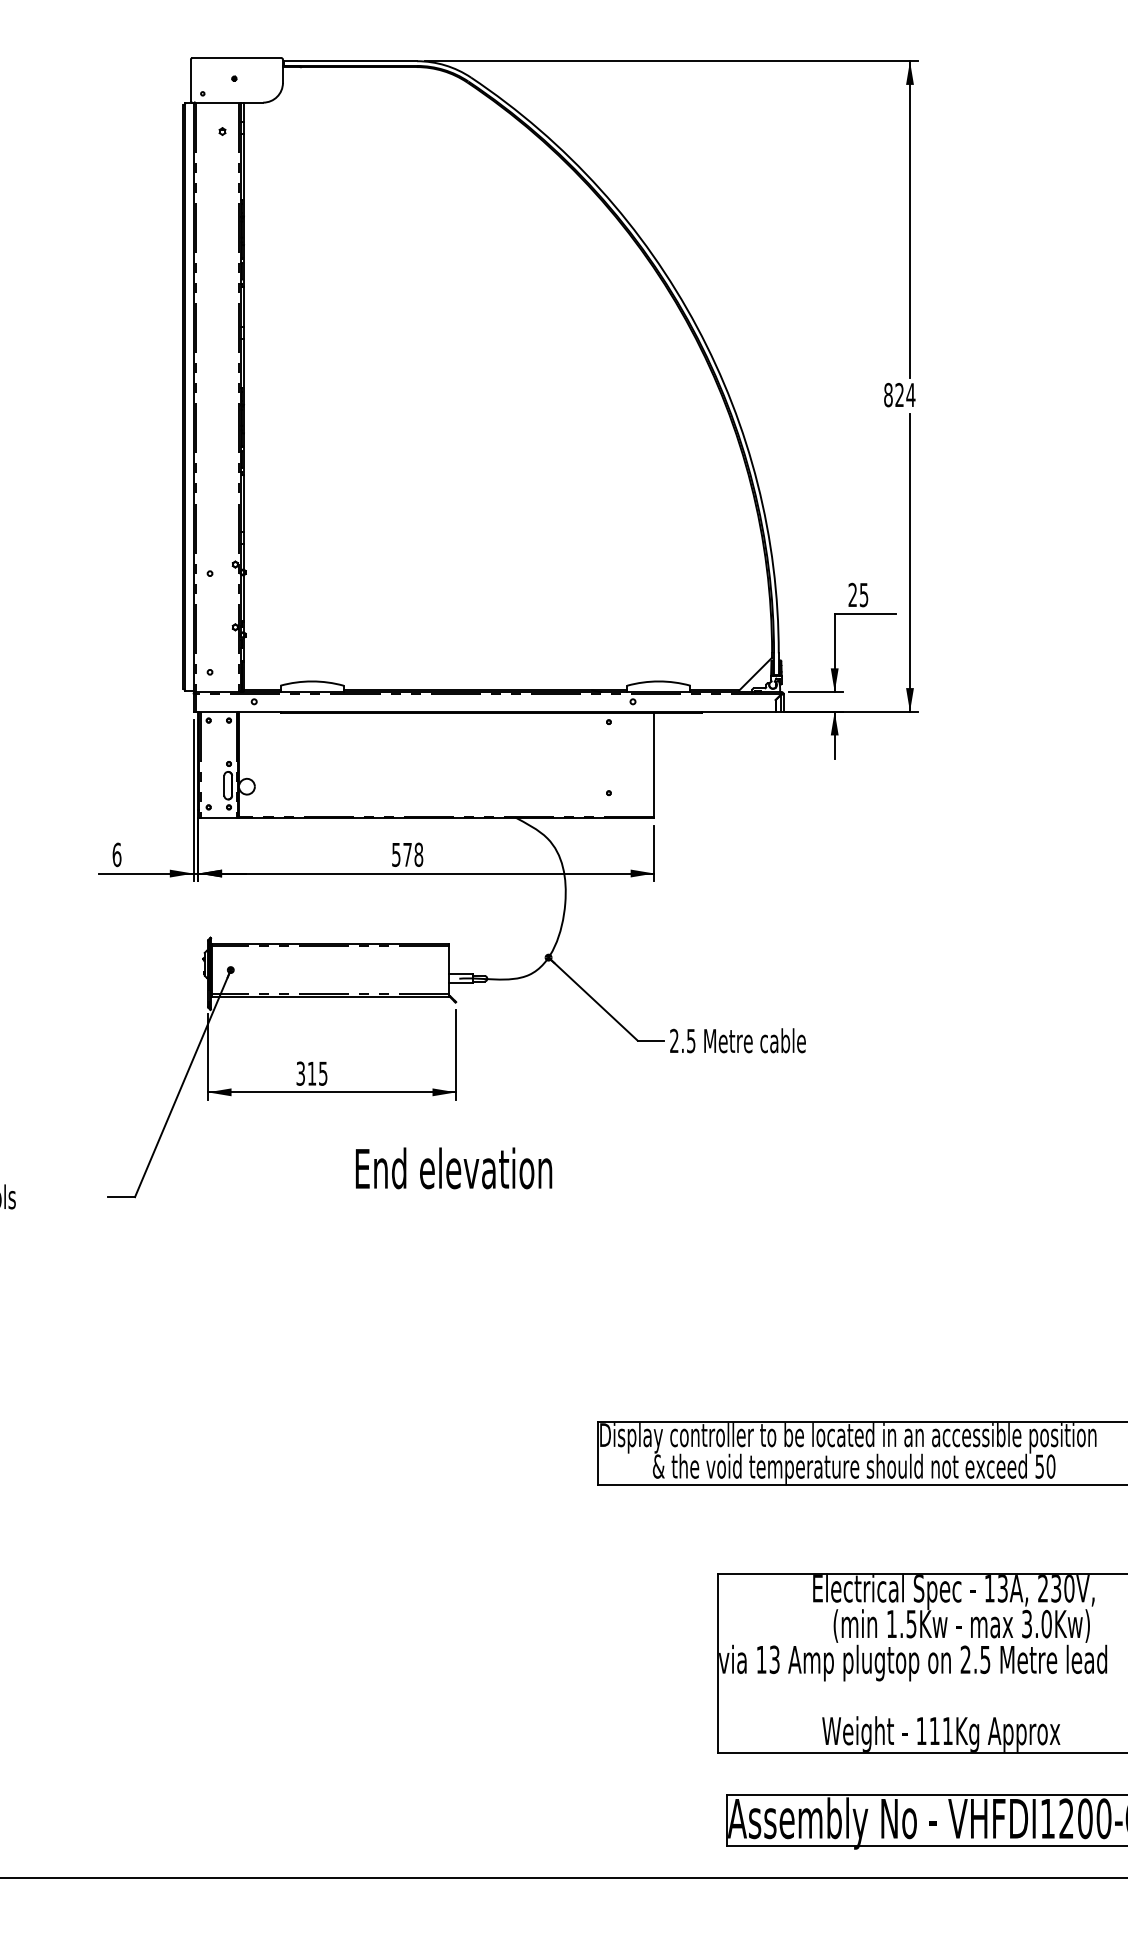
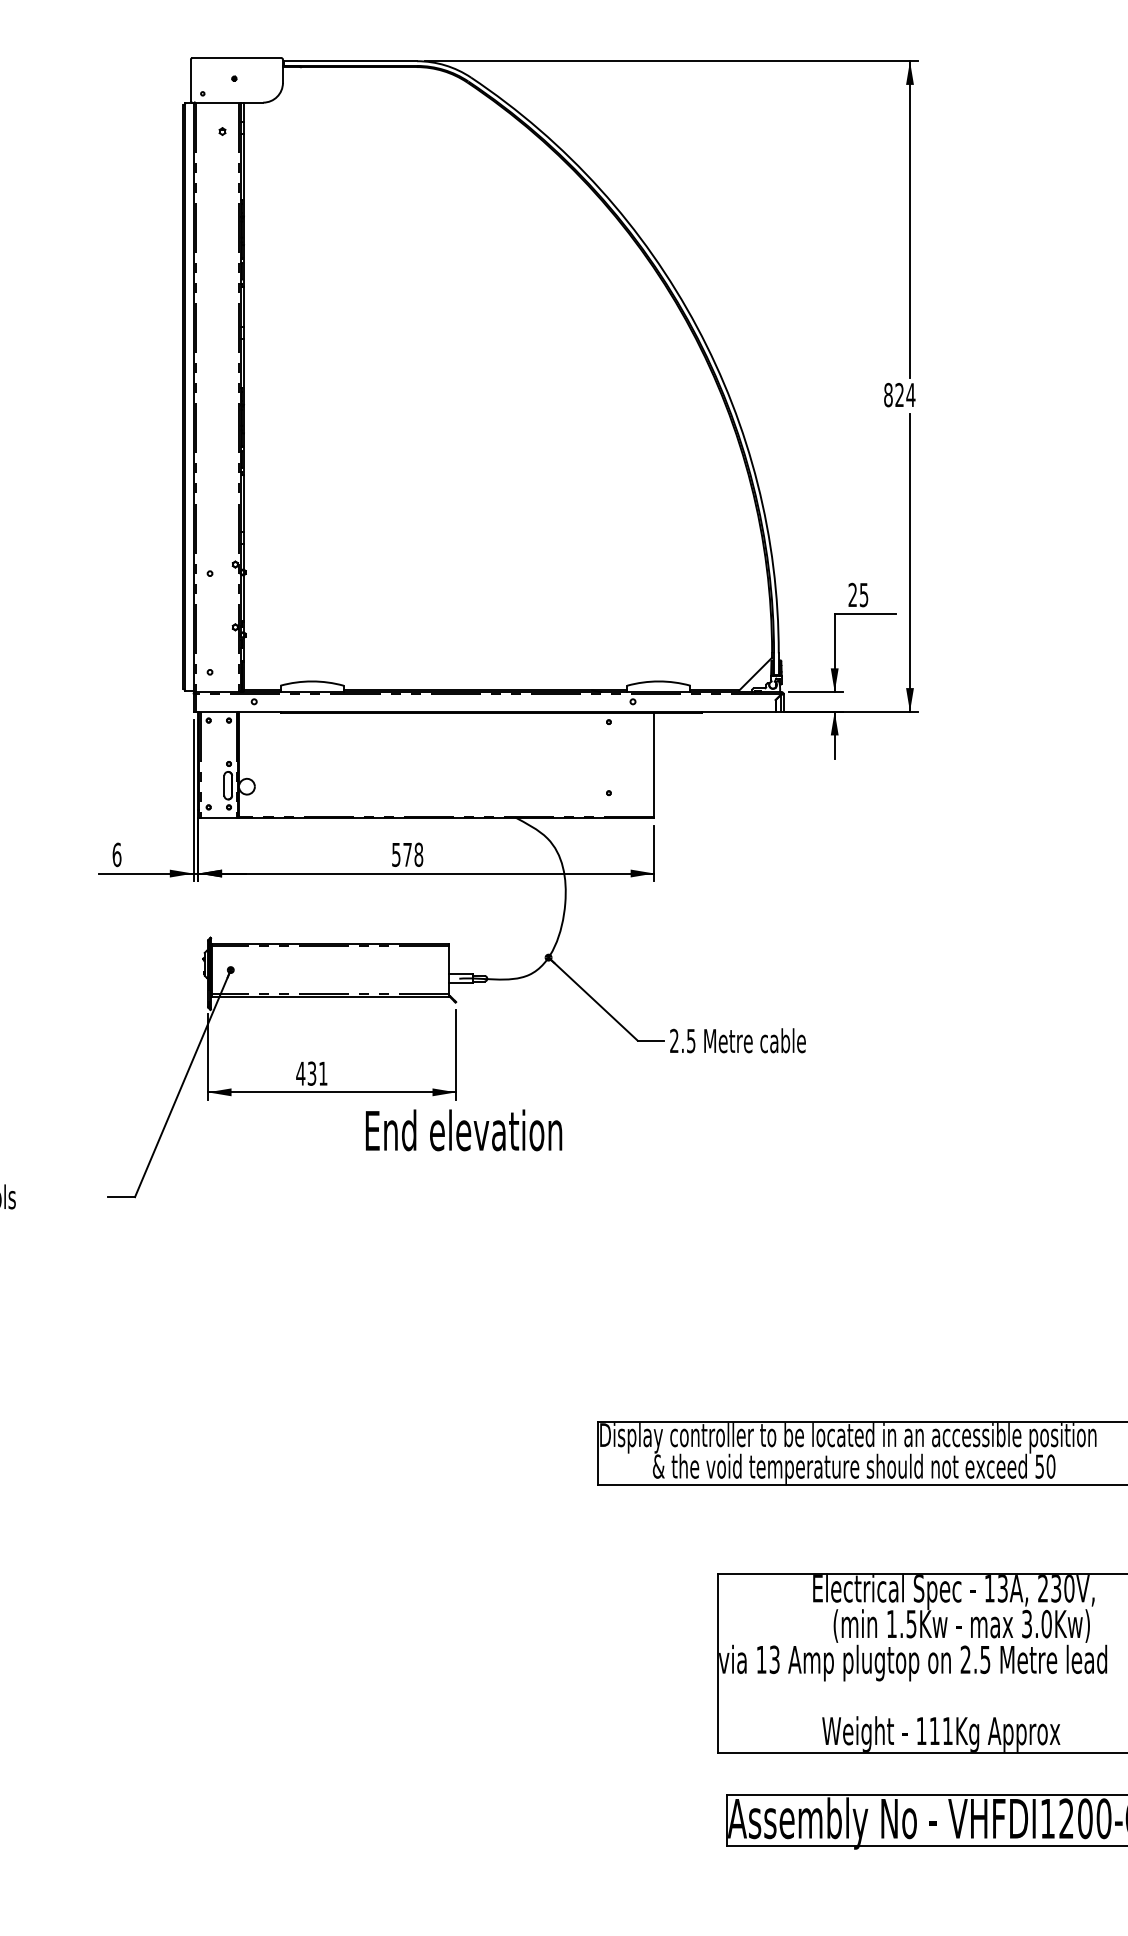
text at (311, 1073): 315 -> 431
text at (454, 1168) position: (454, 1168) -> (464, 1130)
line at (563, 1877): present -> none
